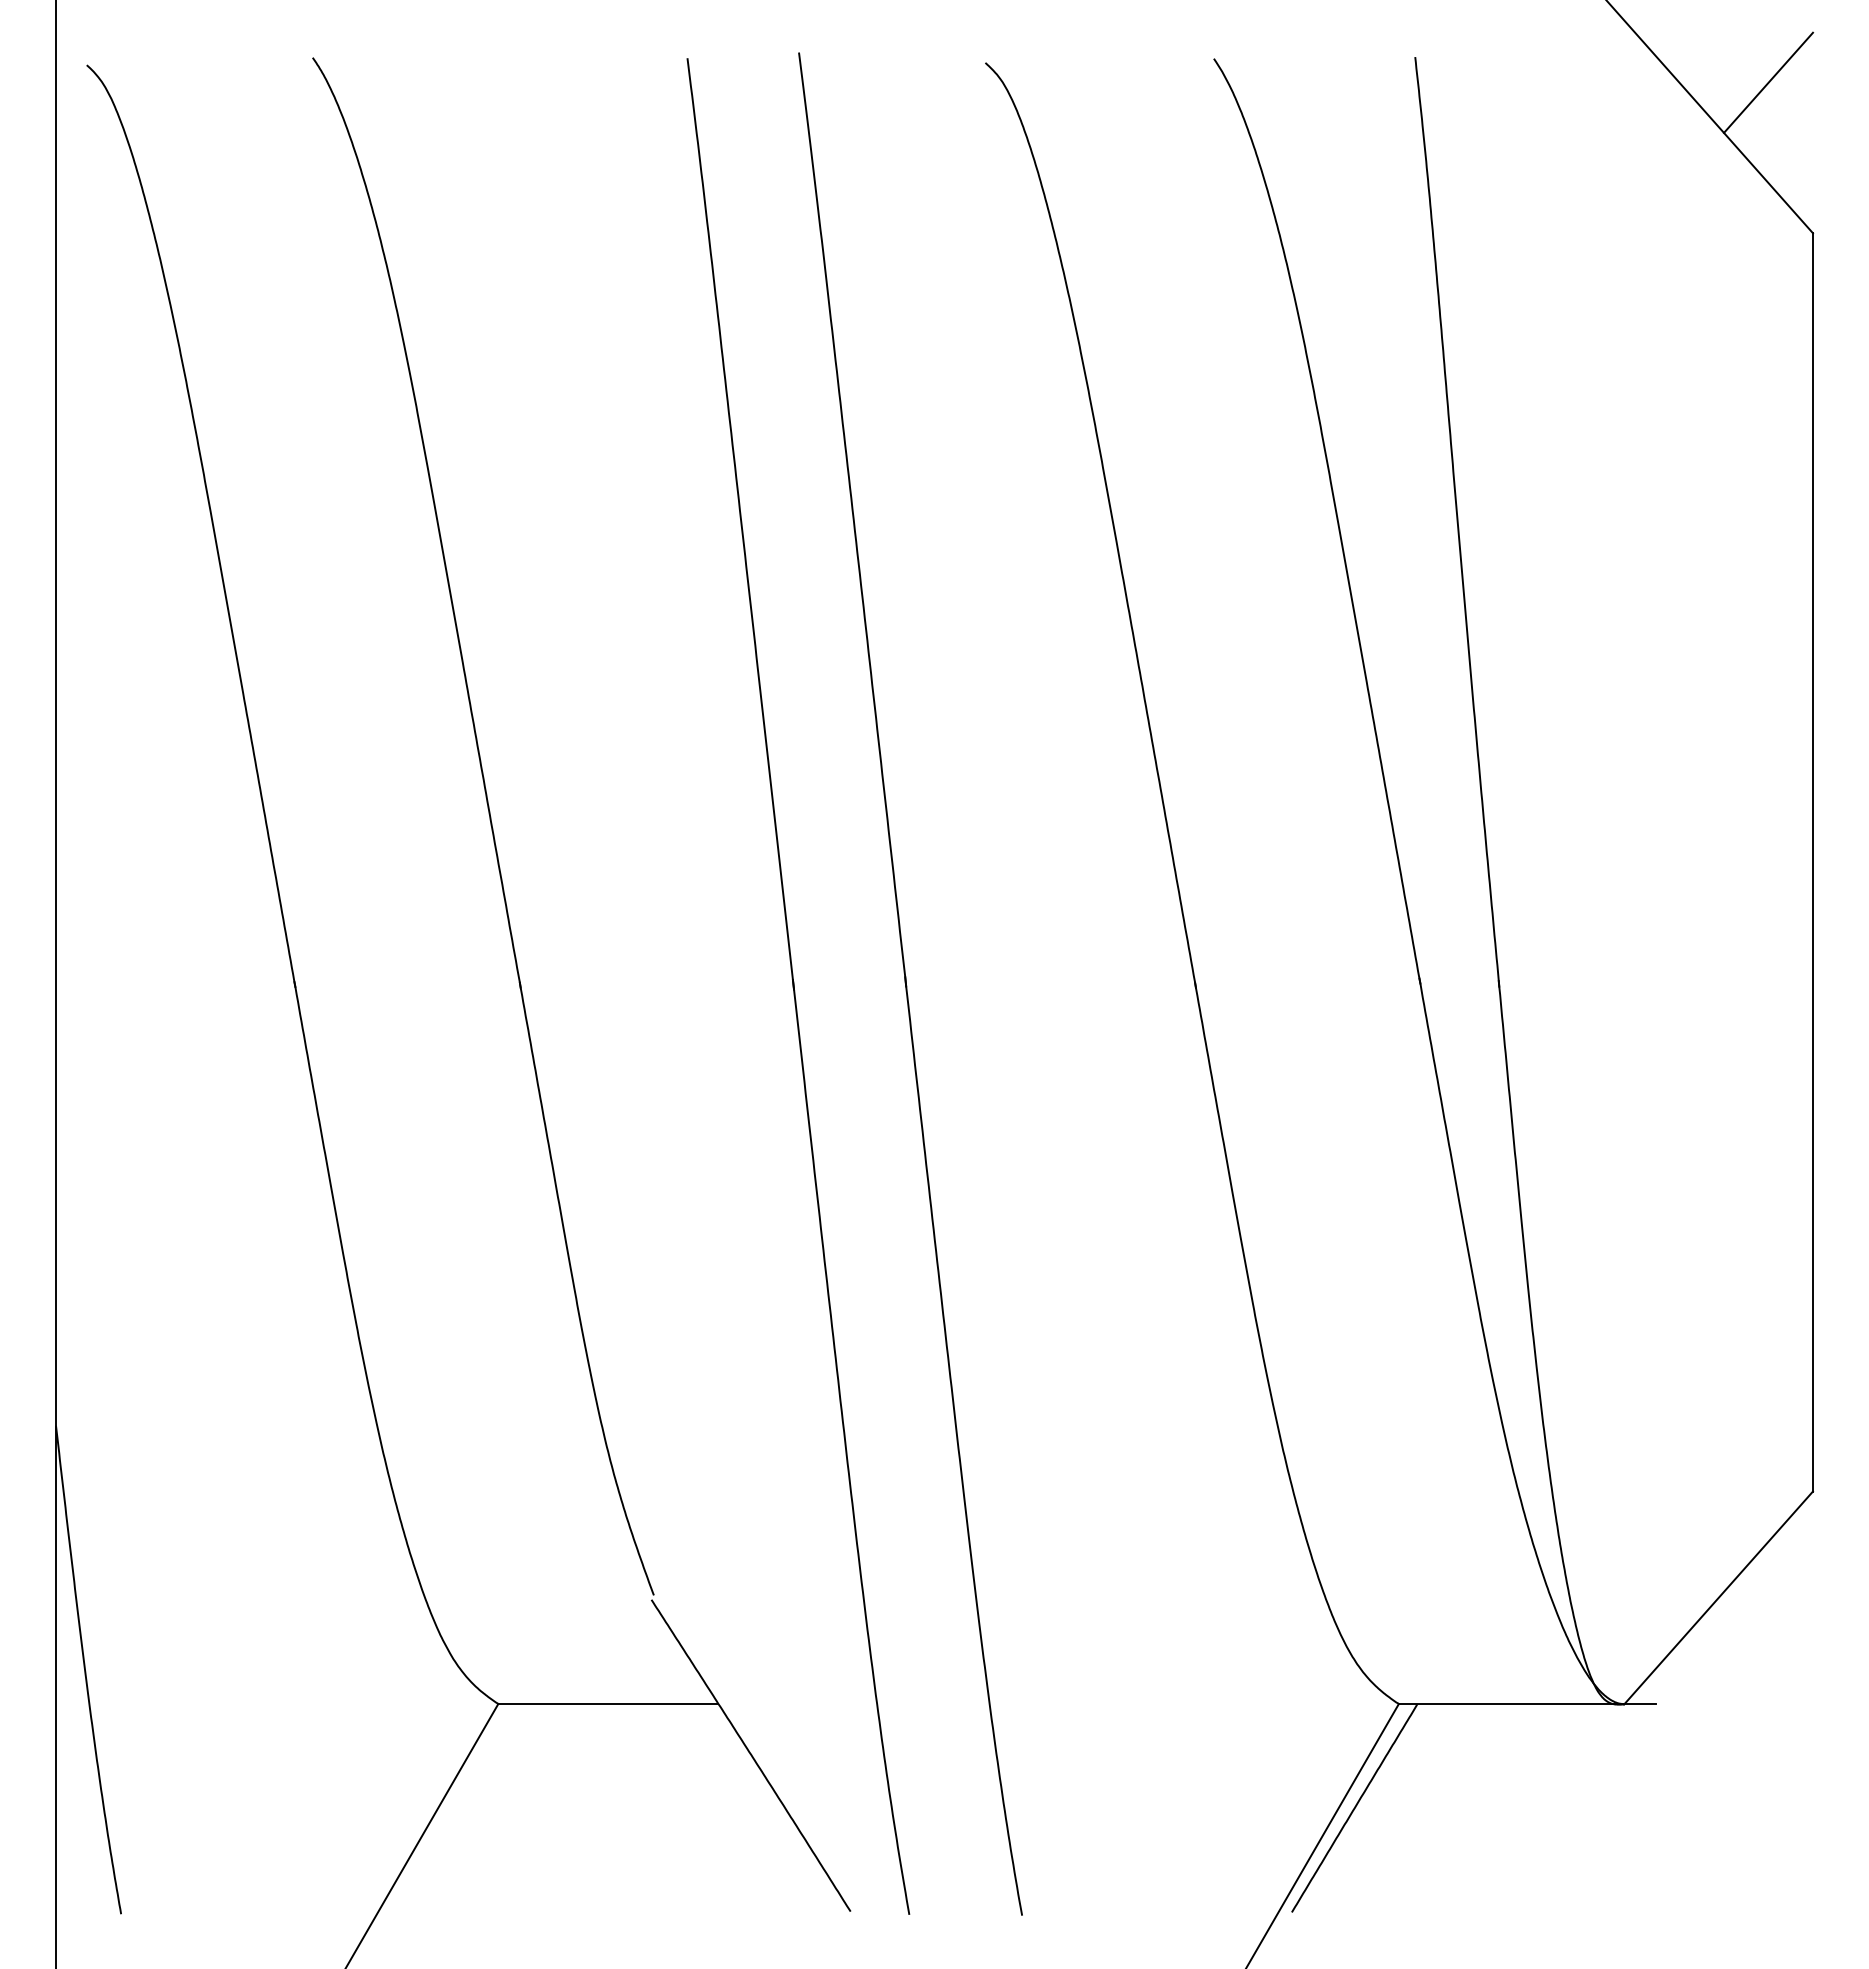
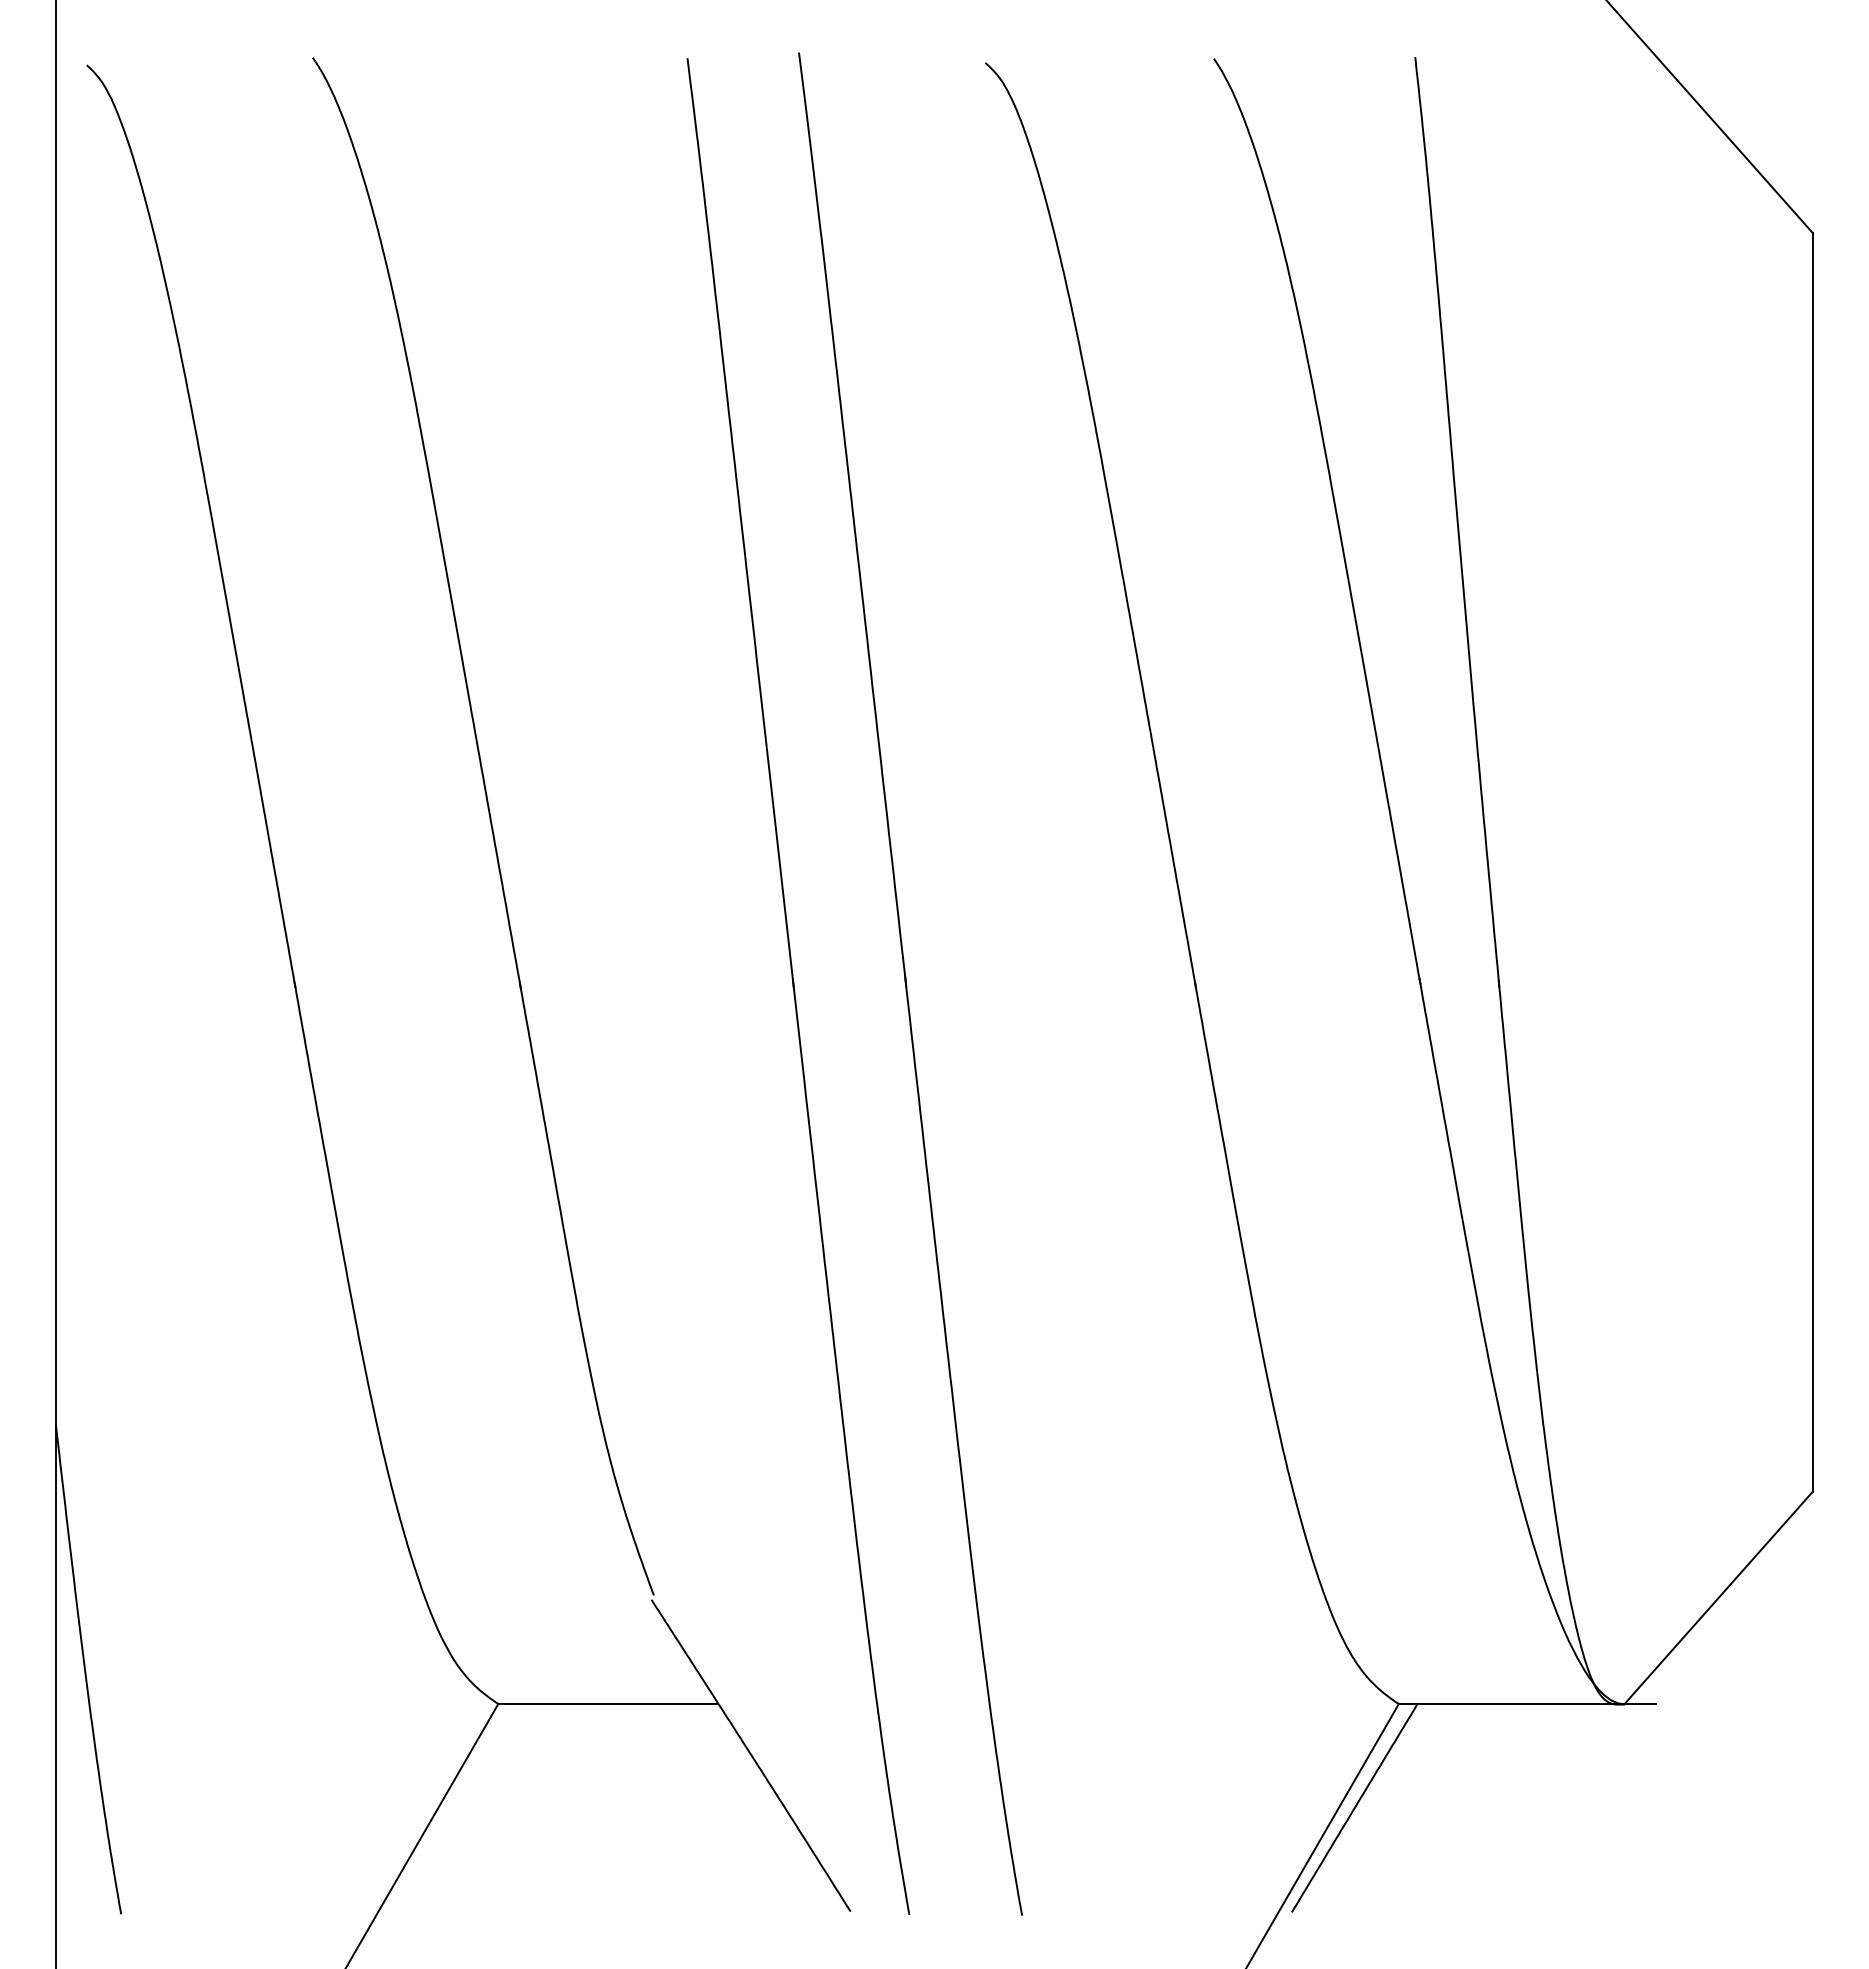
line at (1768, 82): present -> none
